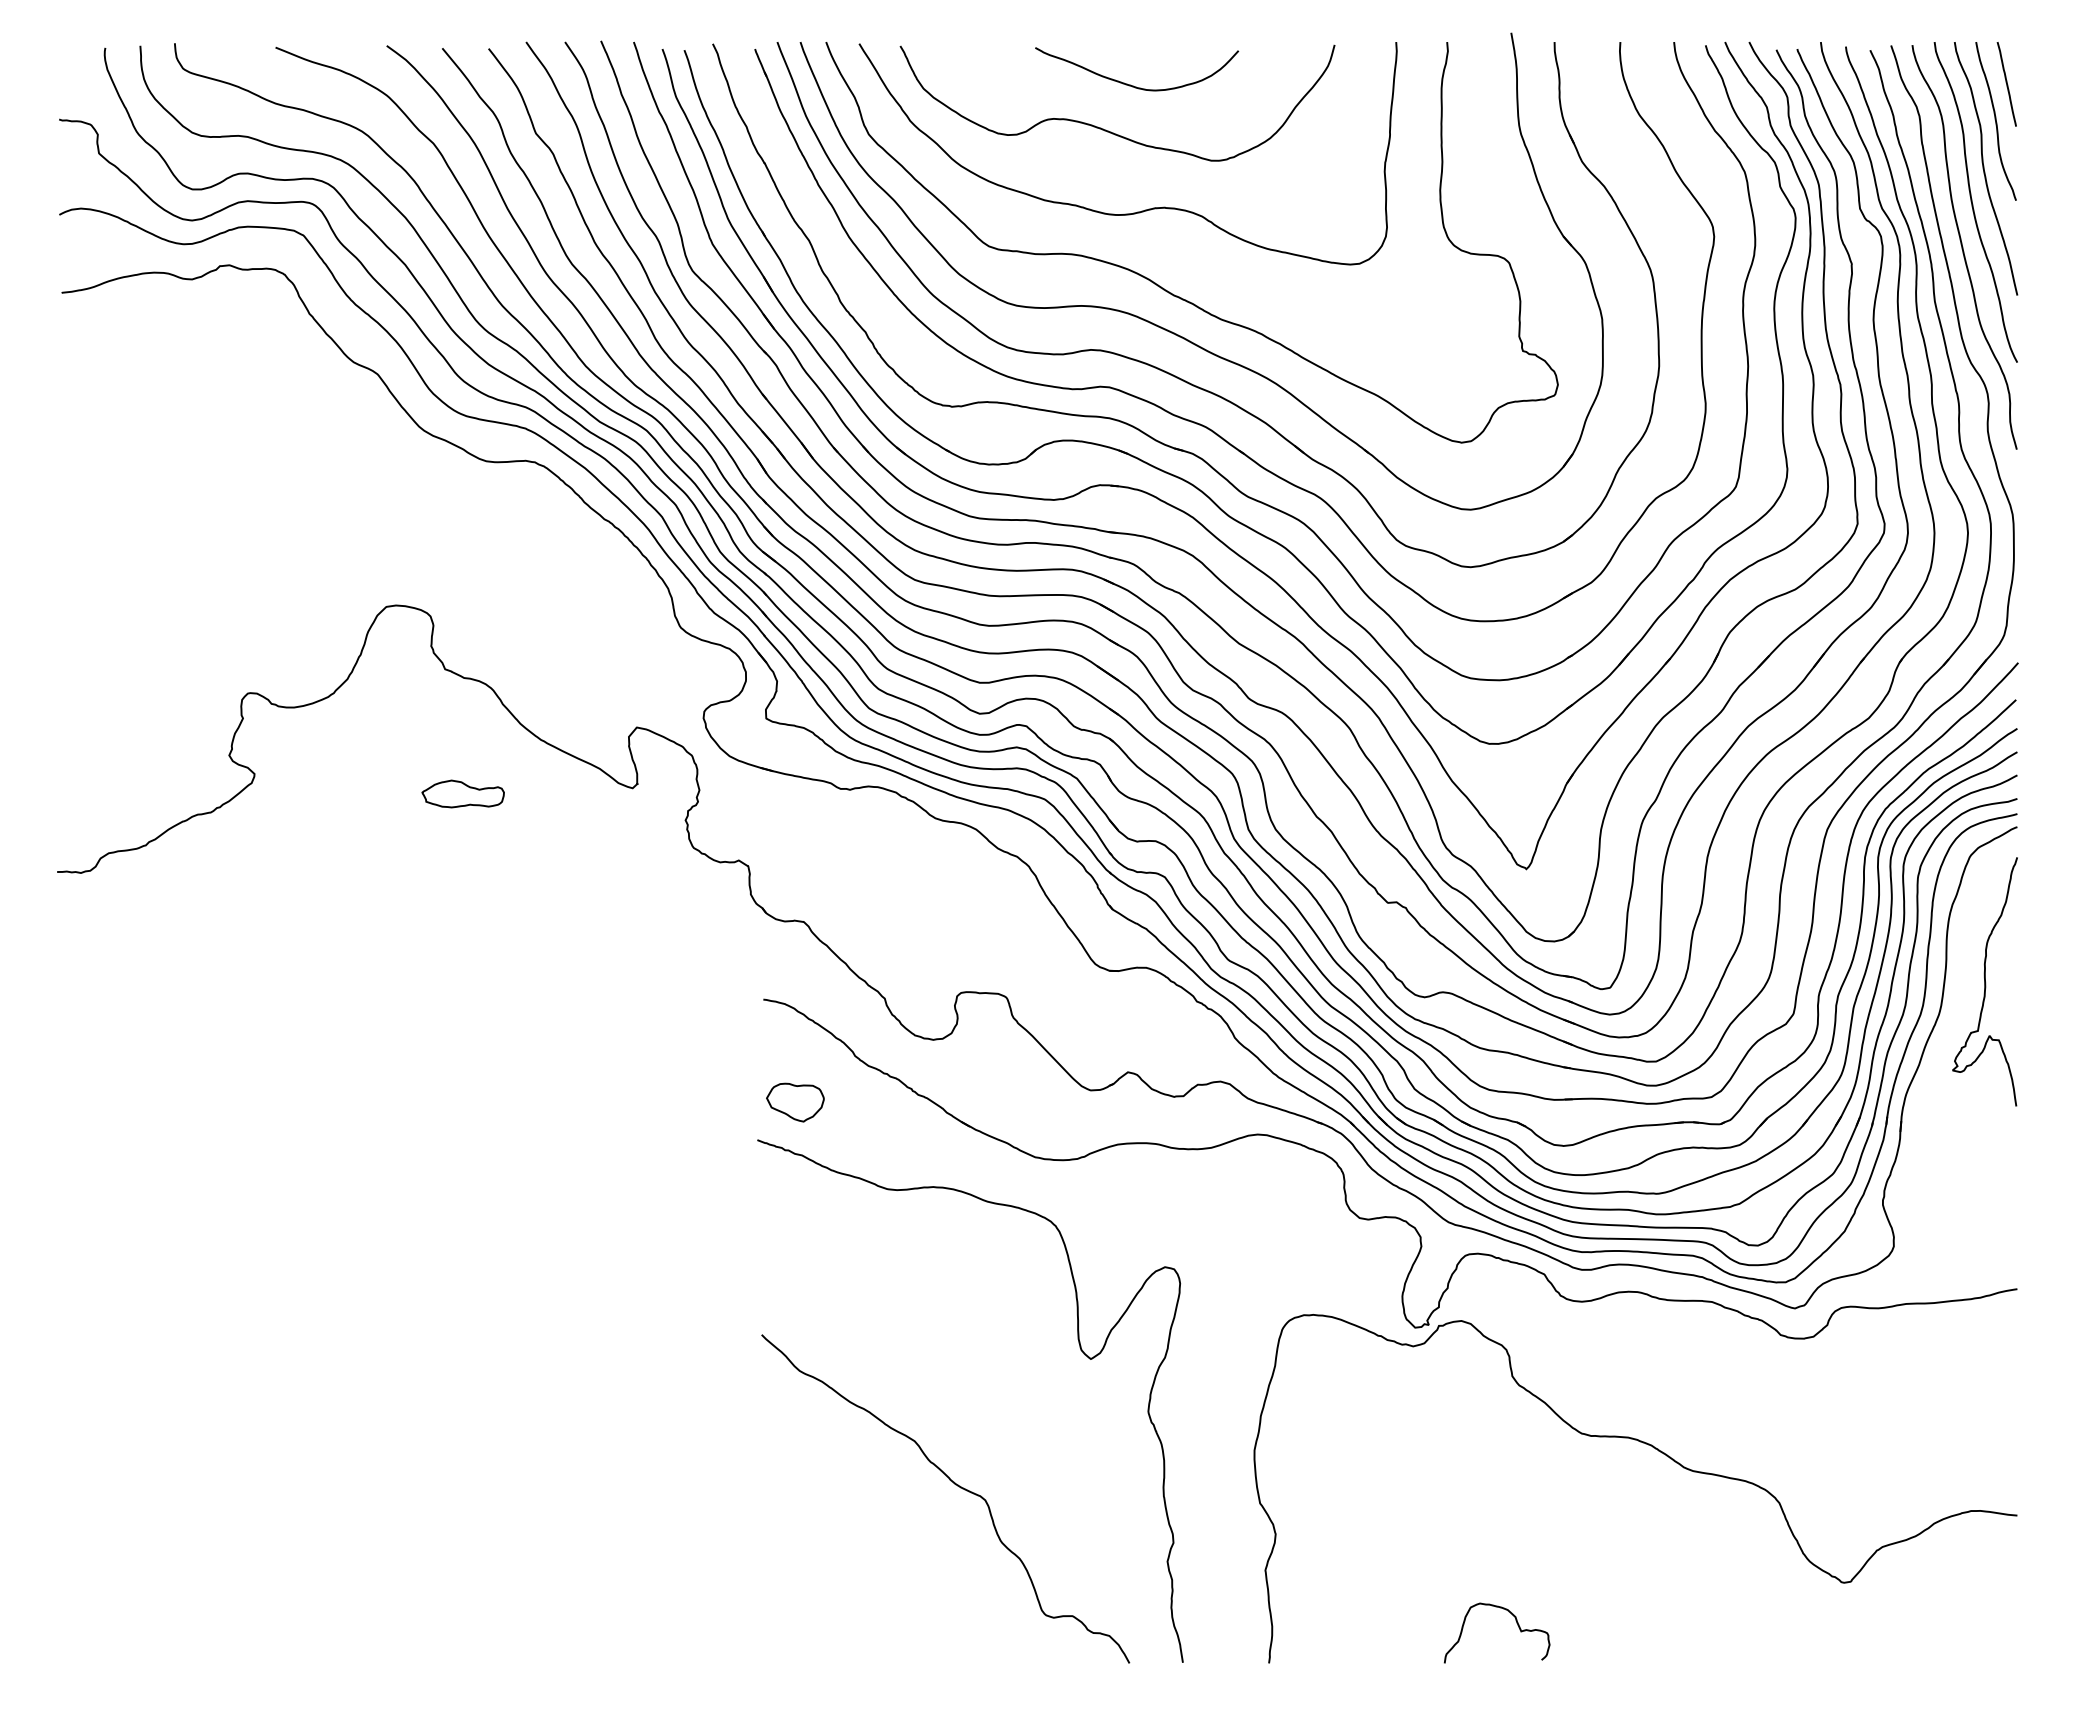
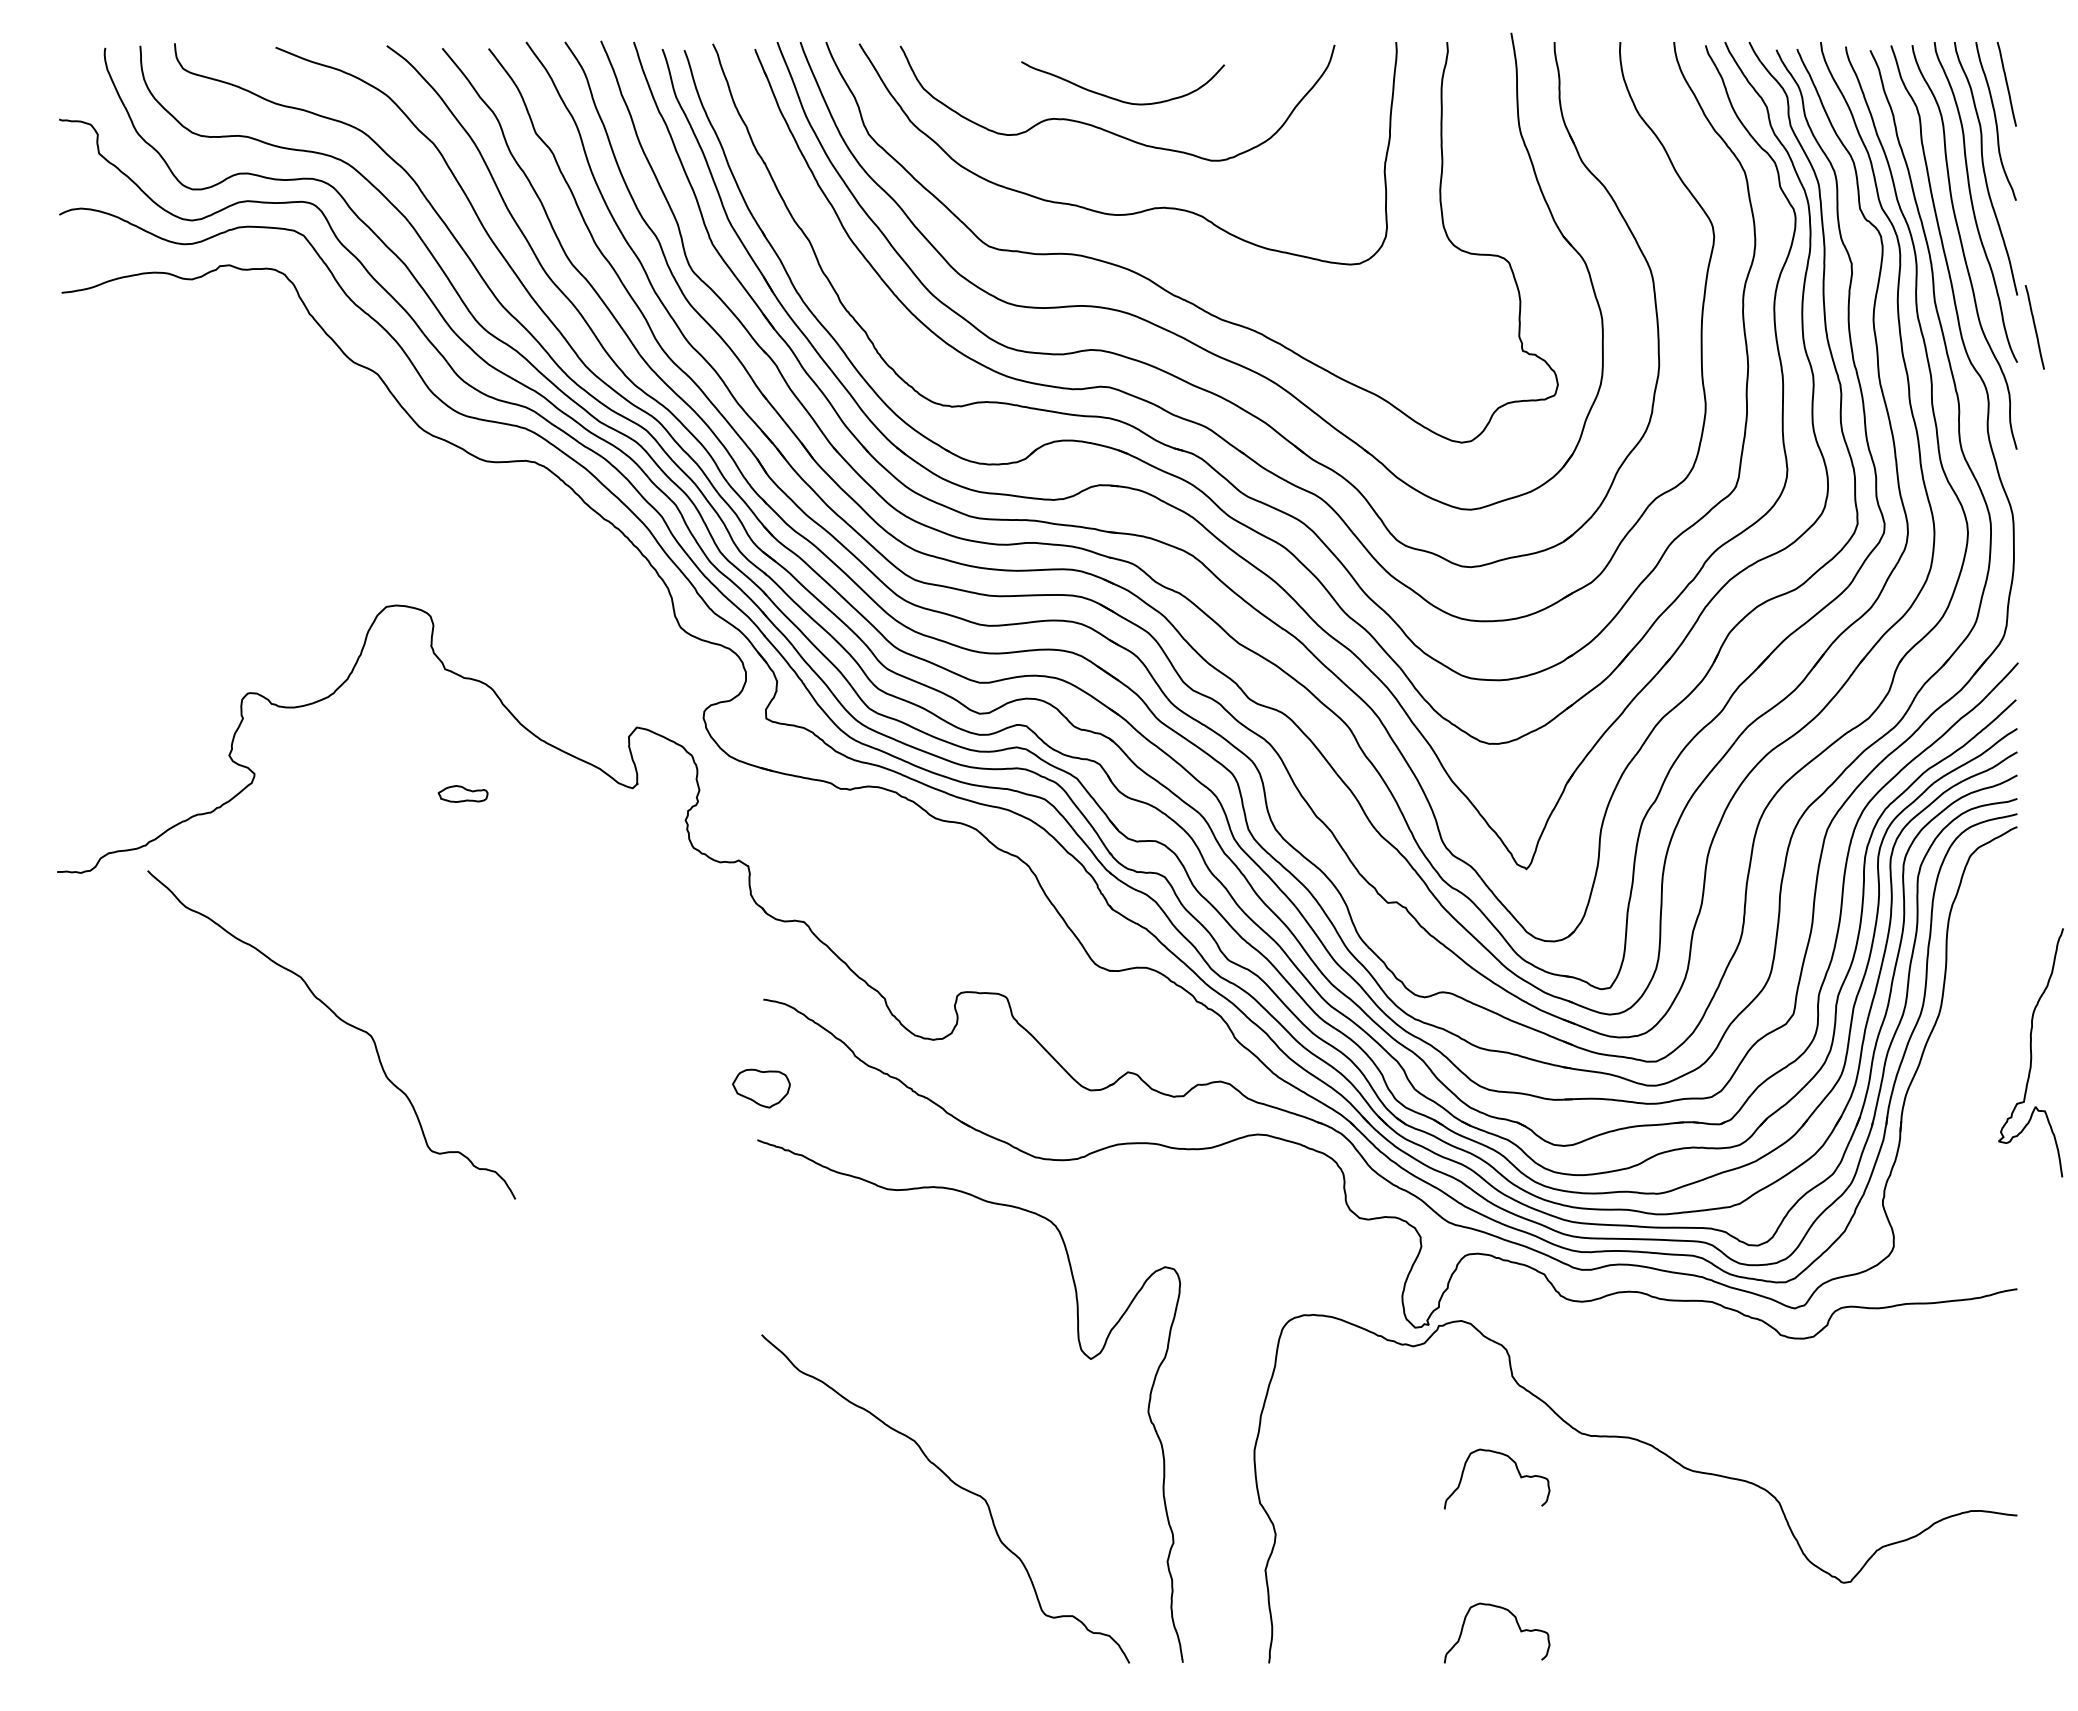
curve at (1133, 85) position: (1133, 85) -> (1119, 99)
line at (2034, 327): none -> present
part at (462, 793) size: 84x30 px -> 52x18 px
curve at (1984, 981) position: (1984, 981) -> (2030, 1052)
curve at (341, 1021): none -> present
part at (795, 1102) position: (795, 1102) -> (761, 1088)
curve at (1516, 1469): none -> present
